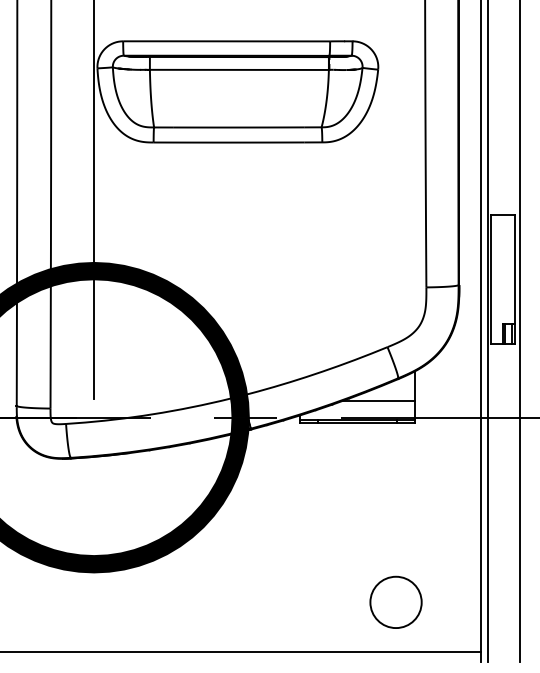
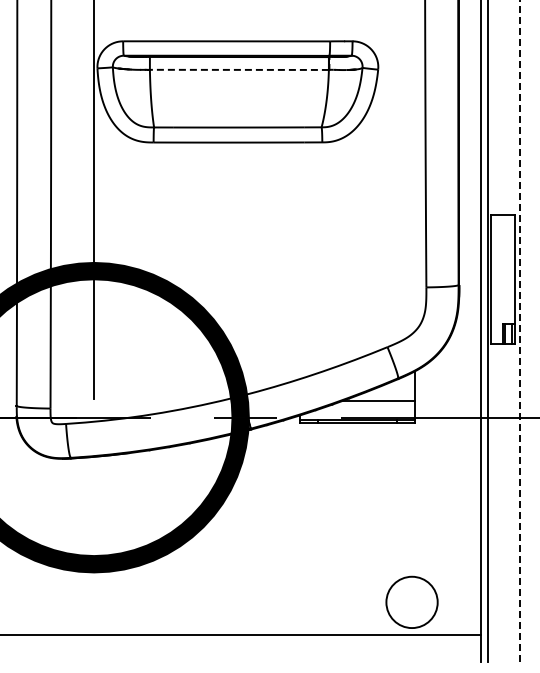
line at (238, 69): solid -> dashed
line at (519, 331): solid -> dashed
circle at (395, 601) position: (395, 601) -> (411, 601)
line at (241, 651) position: (241, 651) -> (241, 634)
